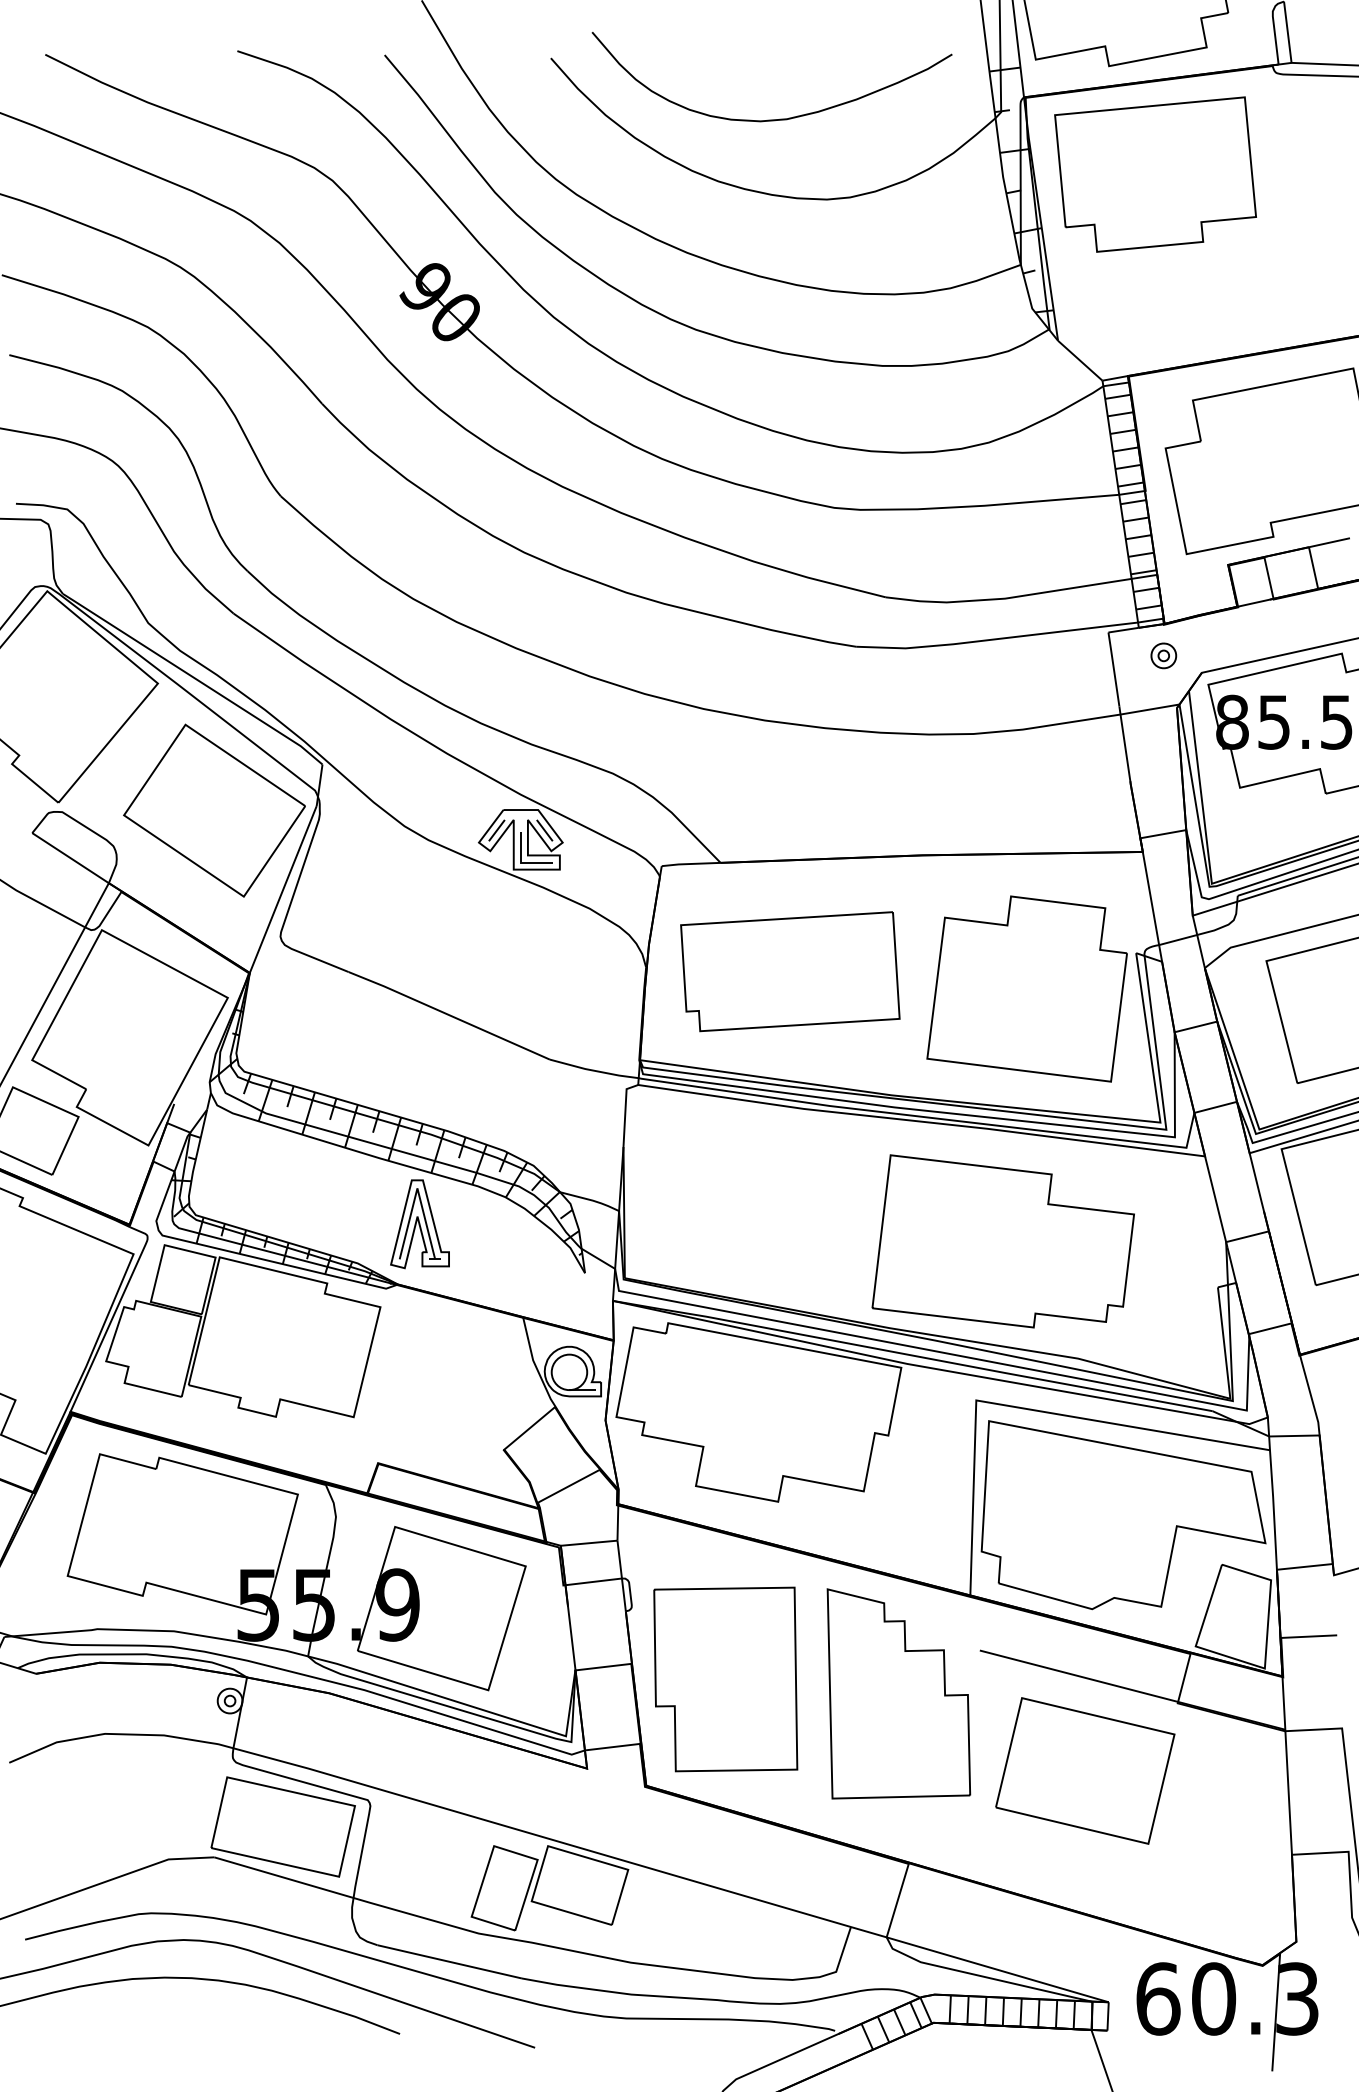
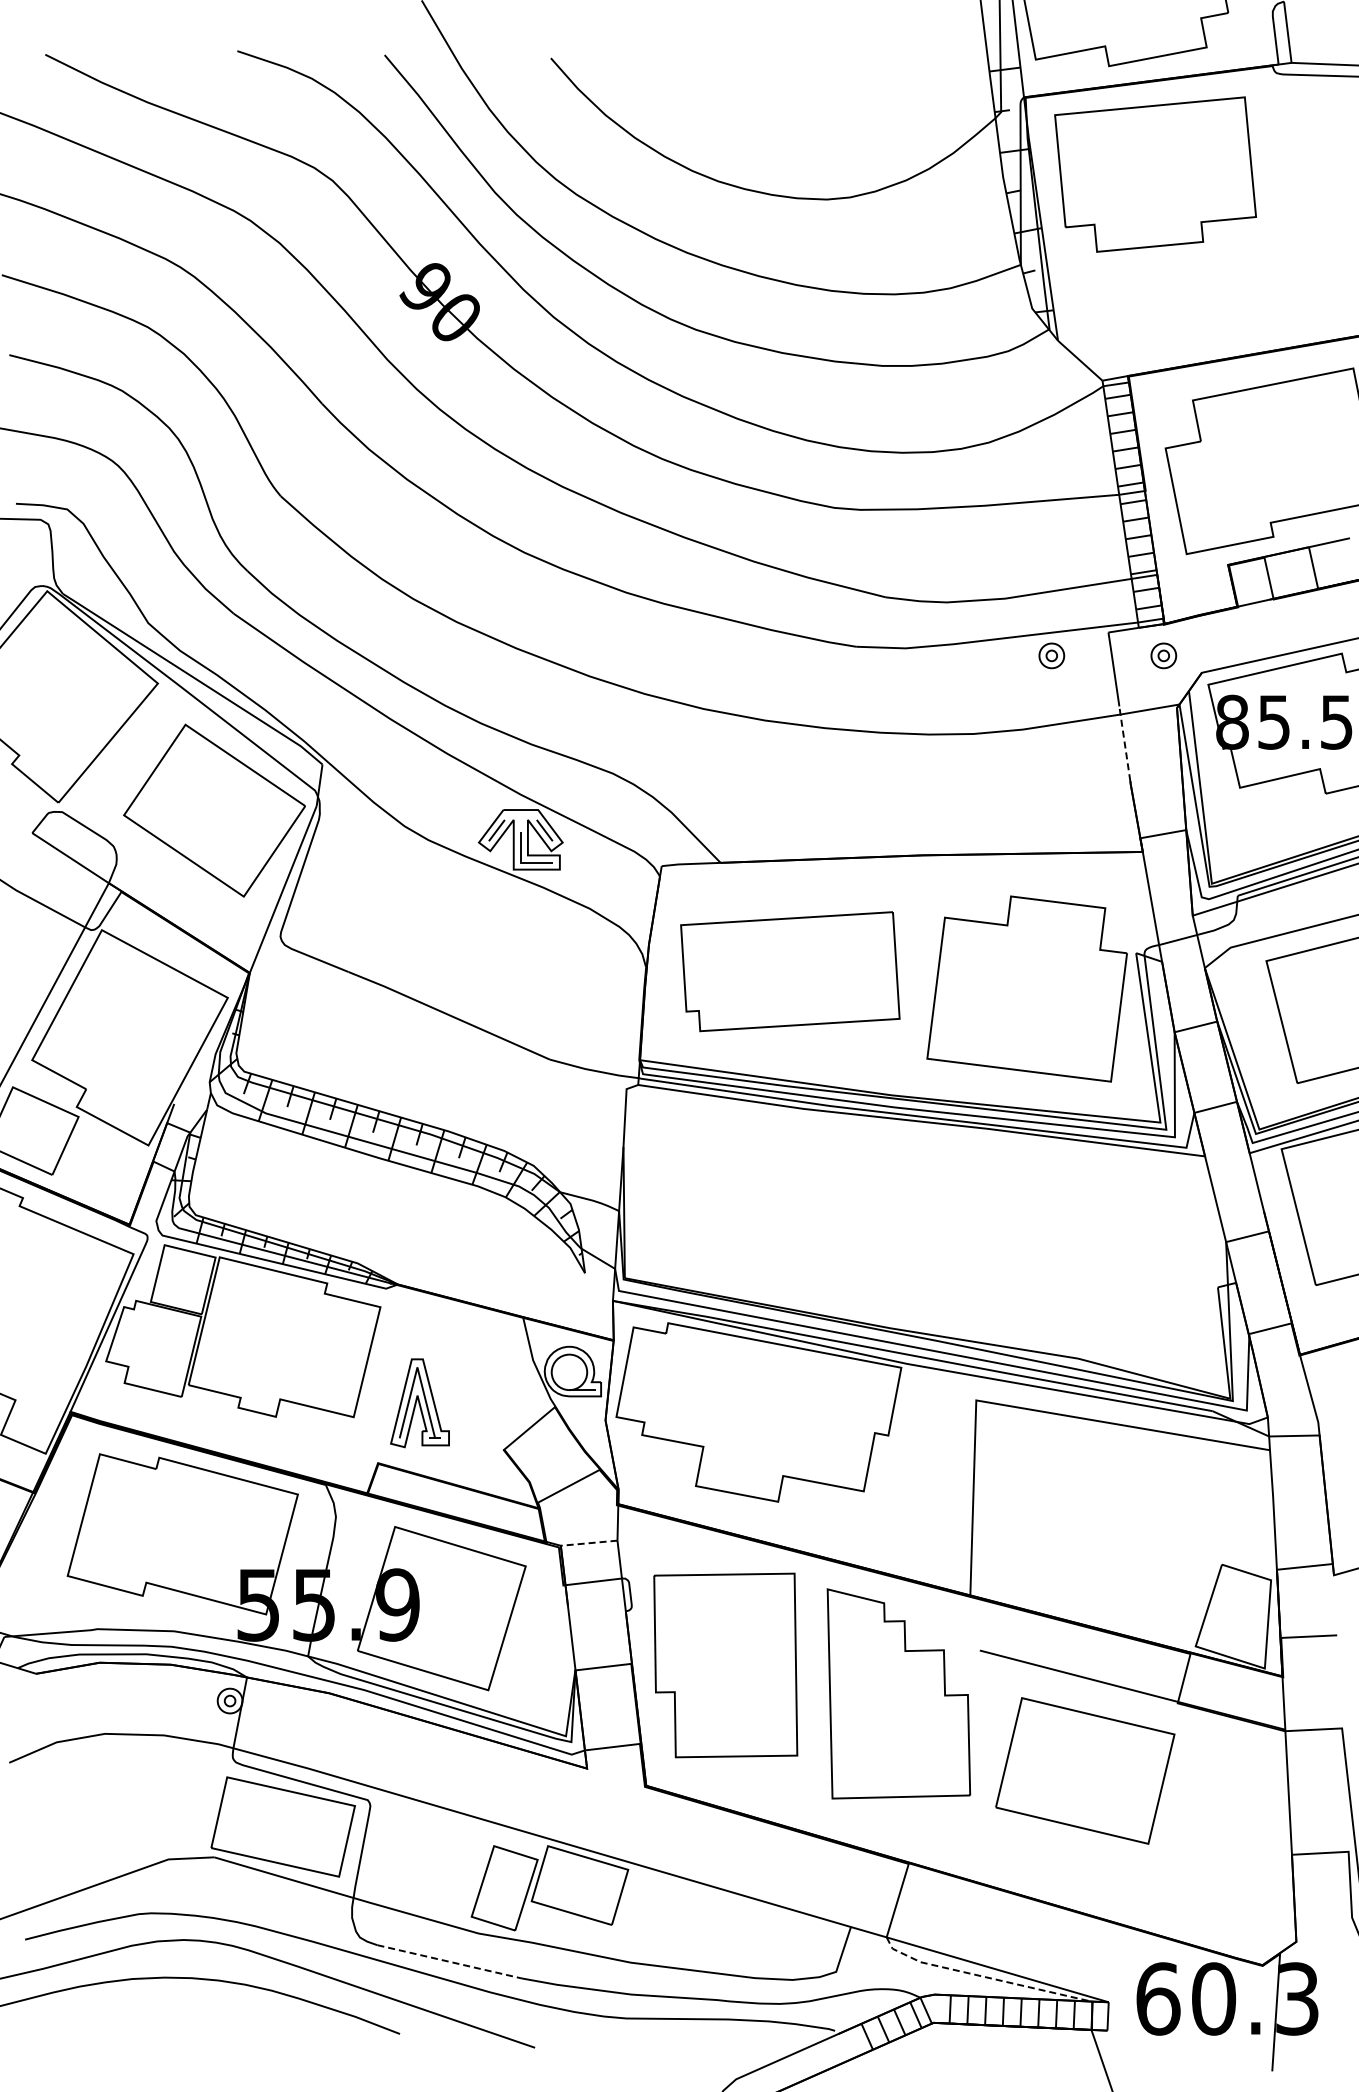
curve at (779, 118): present -> none
part at (1051, 655): none -> present
line at (1124, 742): solid -> dashed
part at (419, 1224) position: (419, 1224) -> (419, 1403)
part at (1002, 1241): present -> none
part at (1123, 1515): present -> none
line at (588, 1543): solid -> dashed
part at (725, 1679) position: (725, 1679) -> (725, 1665)
line at (450, 1961): solid -> dashed
line at (983, 1976): solid -> dashed
